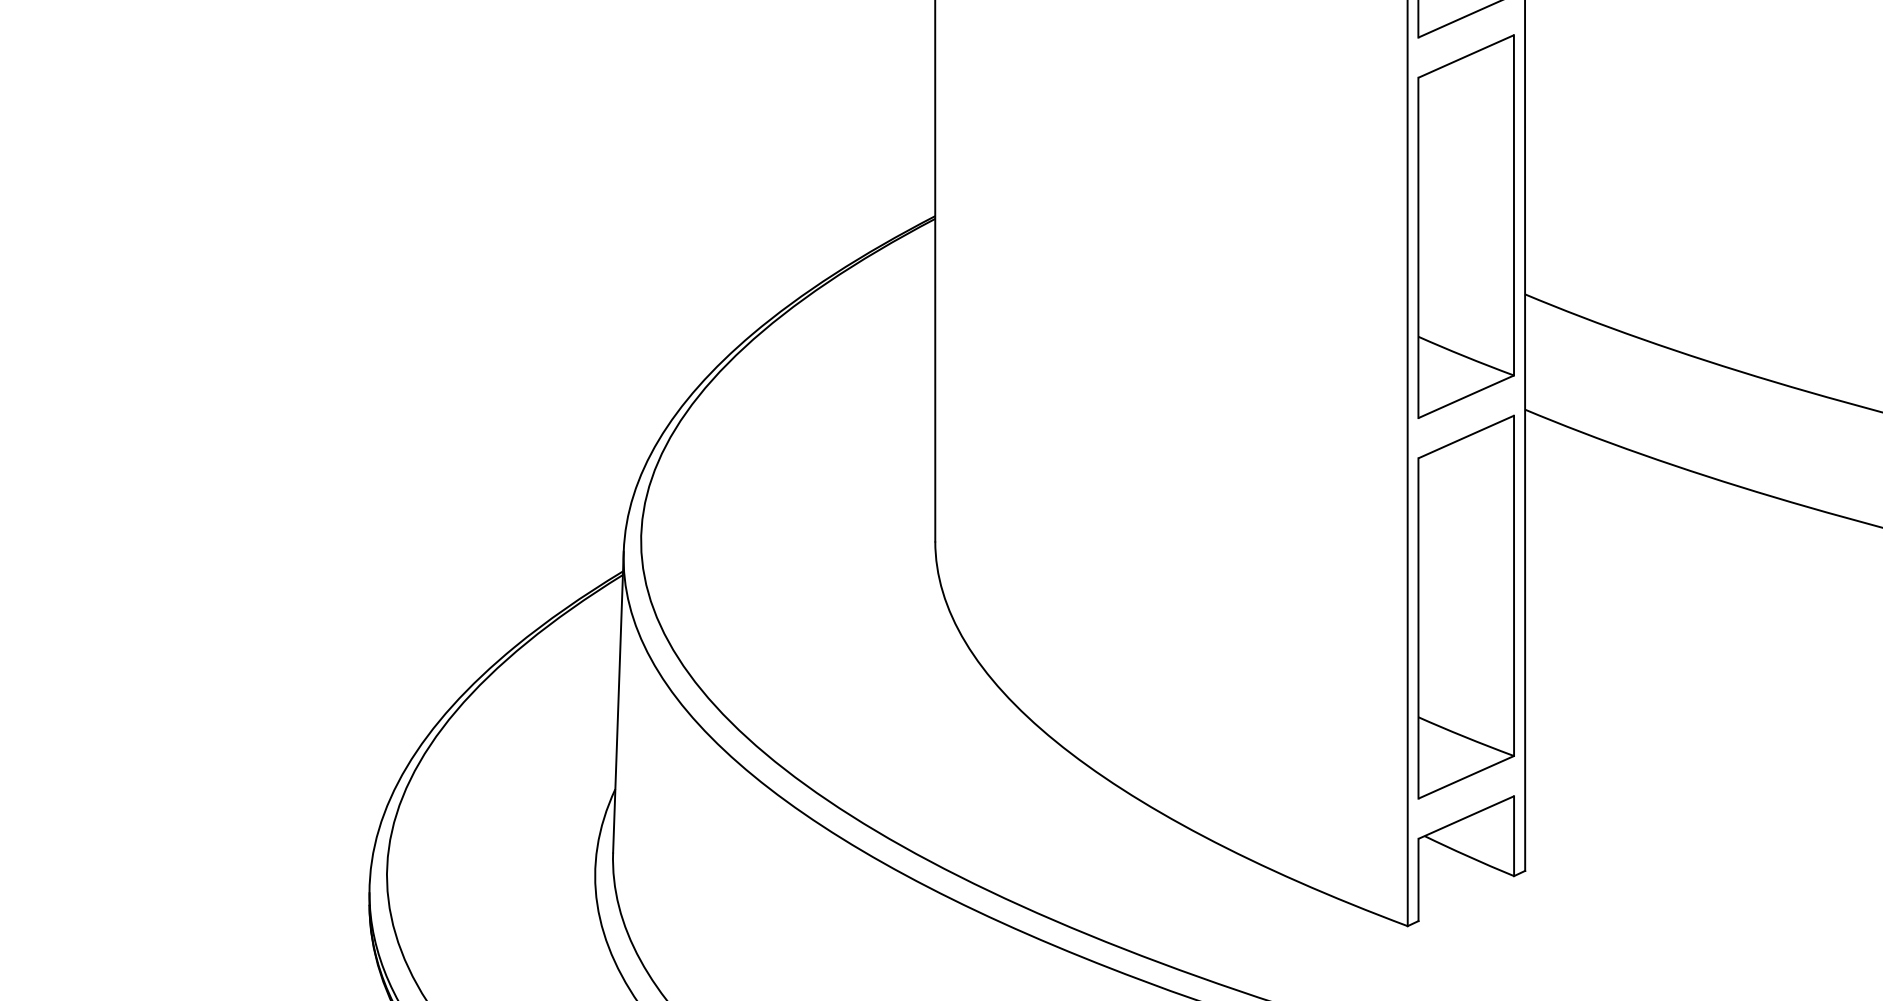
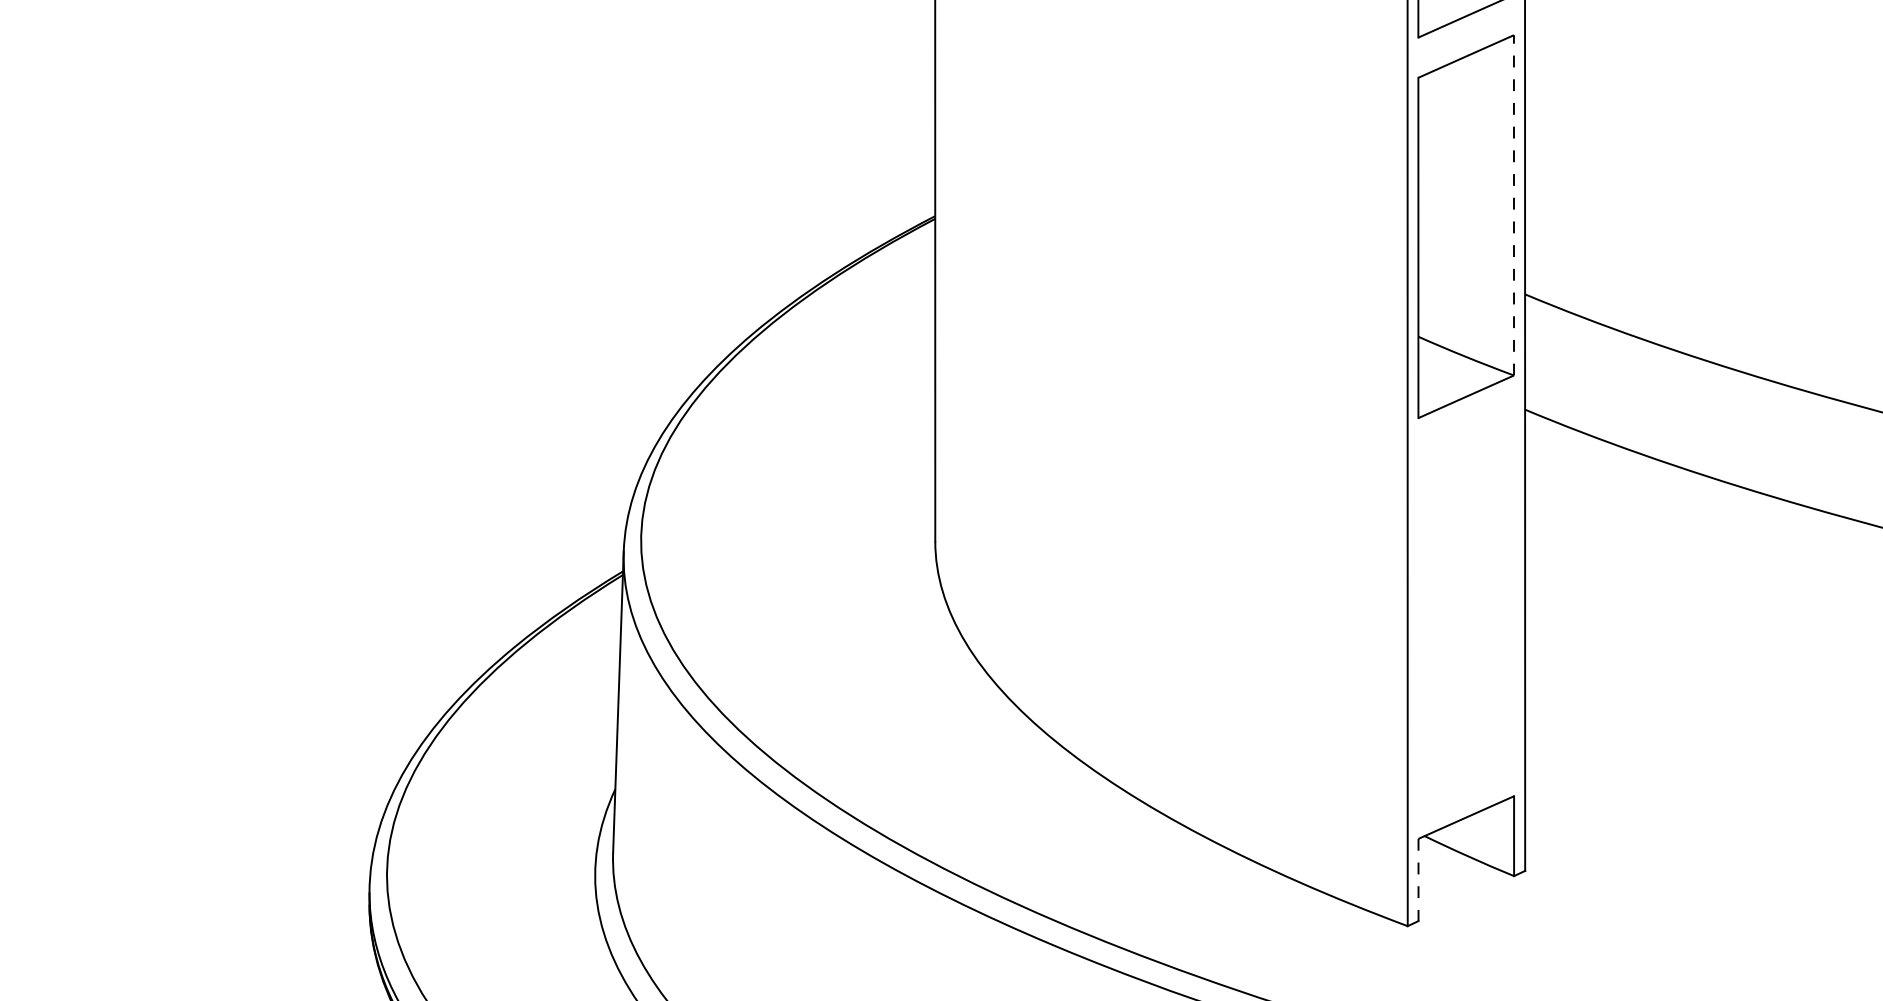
line at (1513, 204): solid -> dashed
part at (1465, 606): present -> none
line at (1418, 880): solid -> dashed
